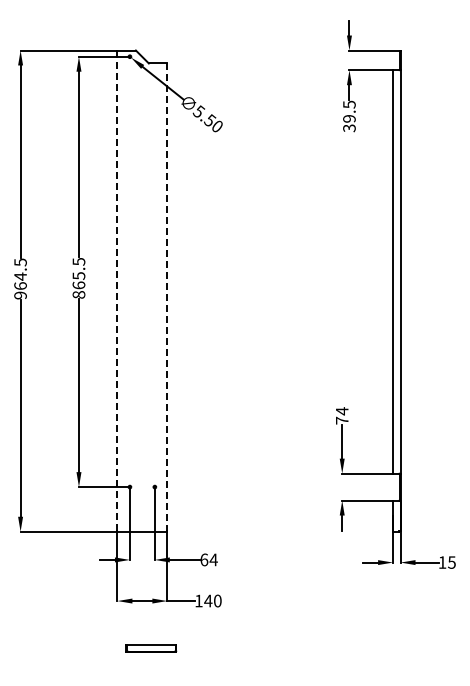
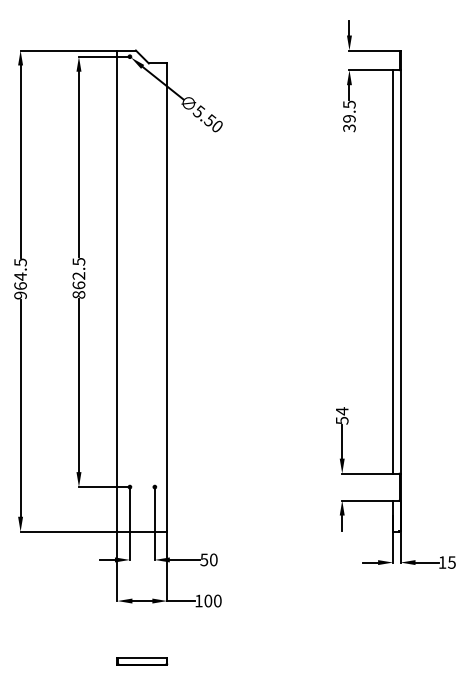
text at (78, 275): 865.5 -> 862.5
line at (117, 291): dashed -> solid
line at (167, 298): dashed -> solid
text at (342, 420): 74 -> 54
text at (208, 559): 64 -> 50
text at (208, 600): 140 -> 100
part at (151, 648) position: (151, 648) -> (142, 661)
